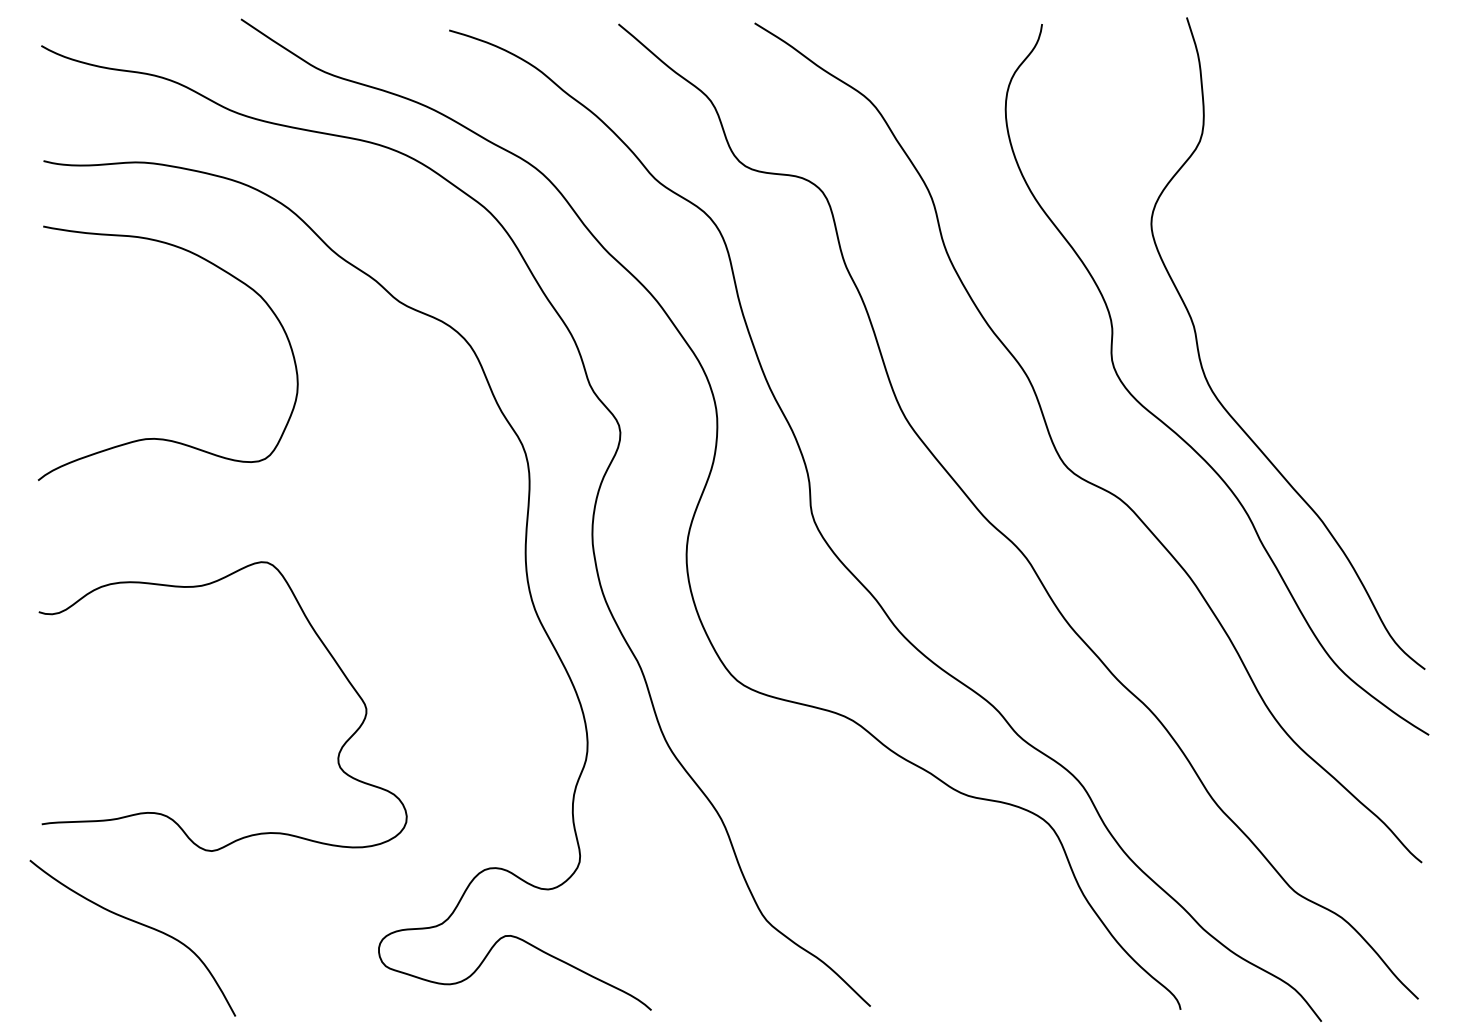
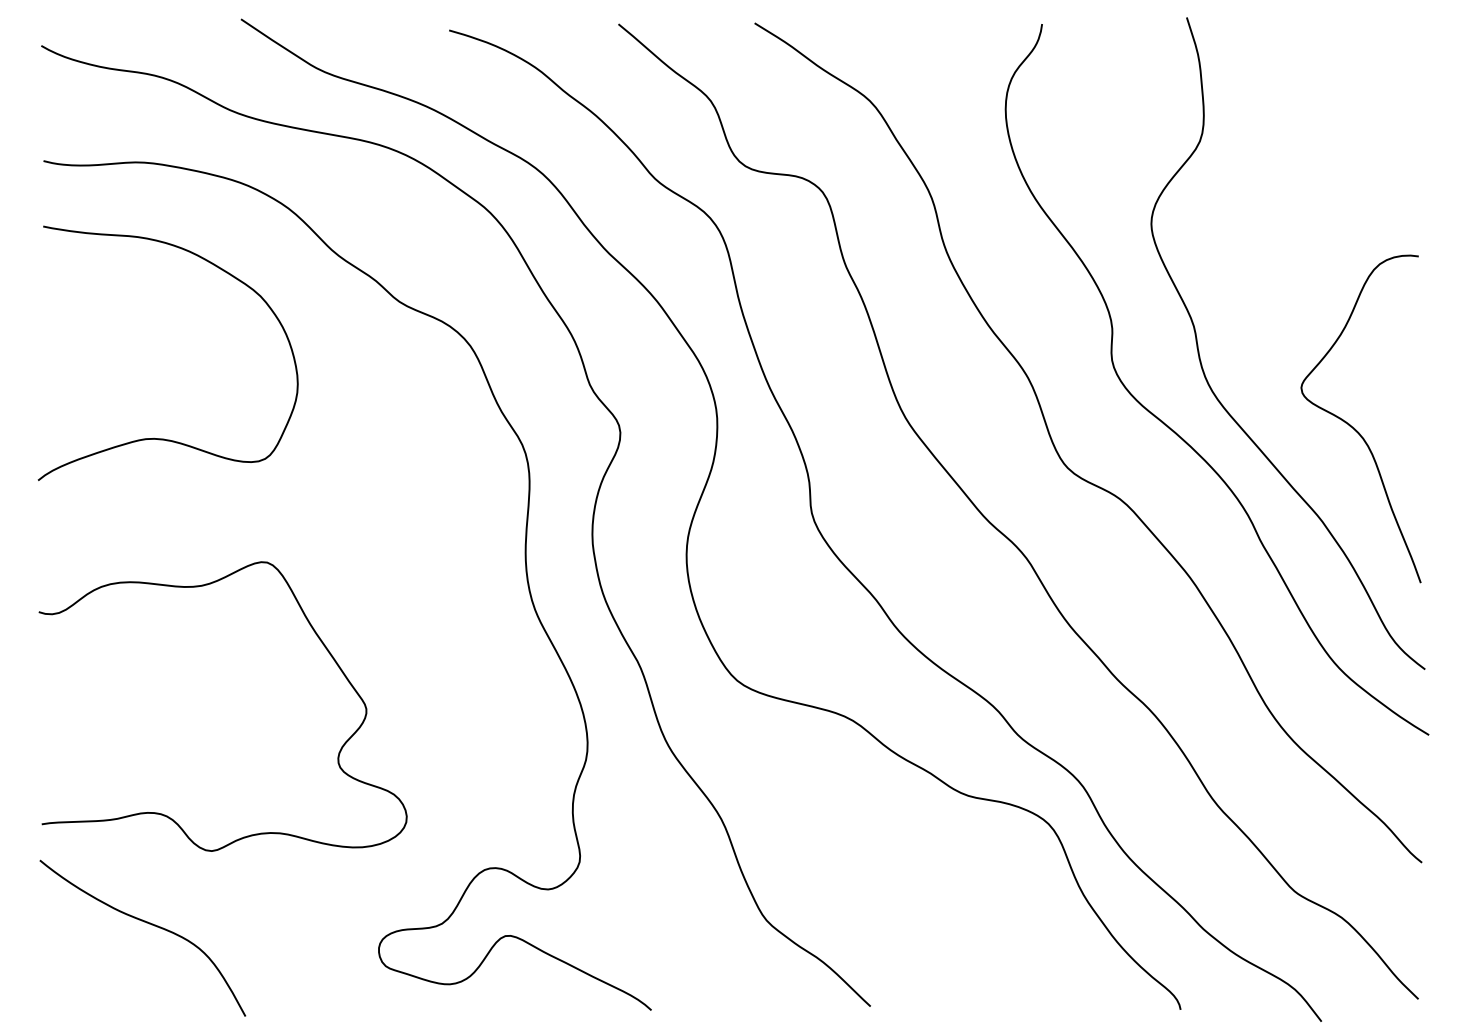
curve at (1354, 427): none -> present
curve at (136, 923) position: (136, 923) -> (146, 923)
